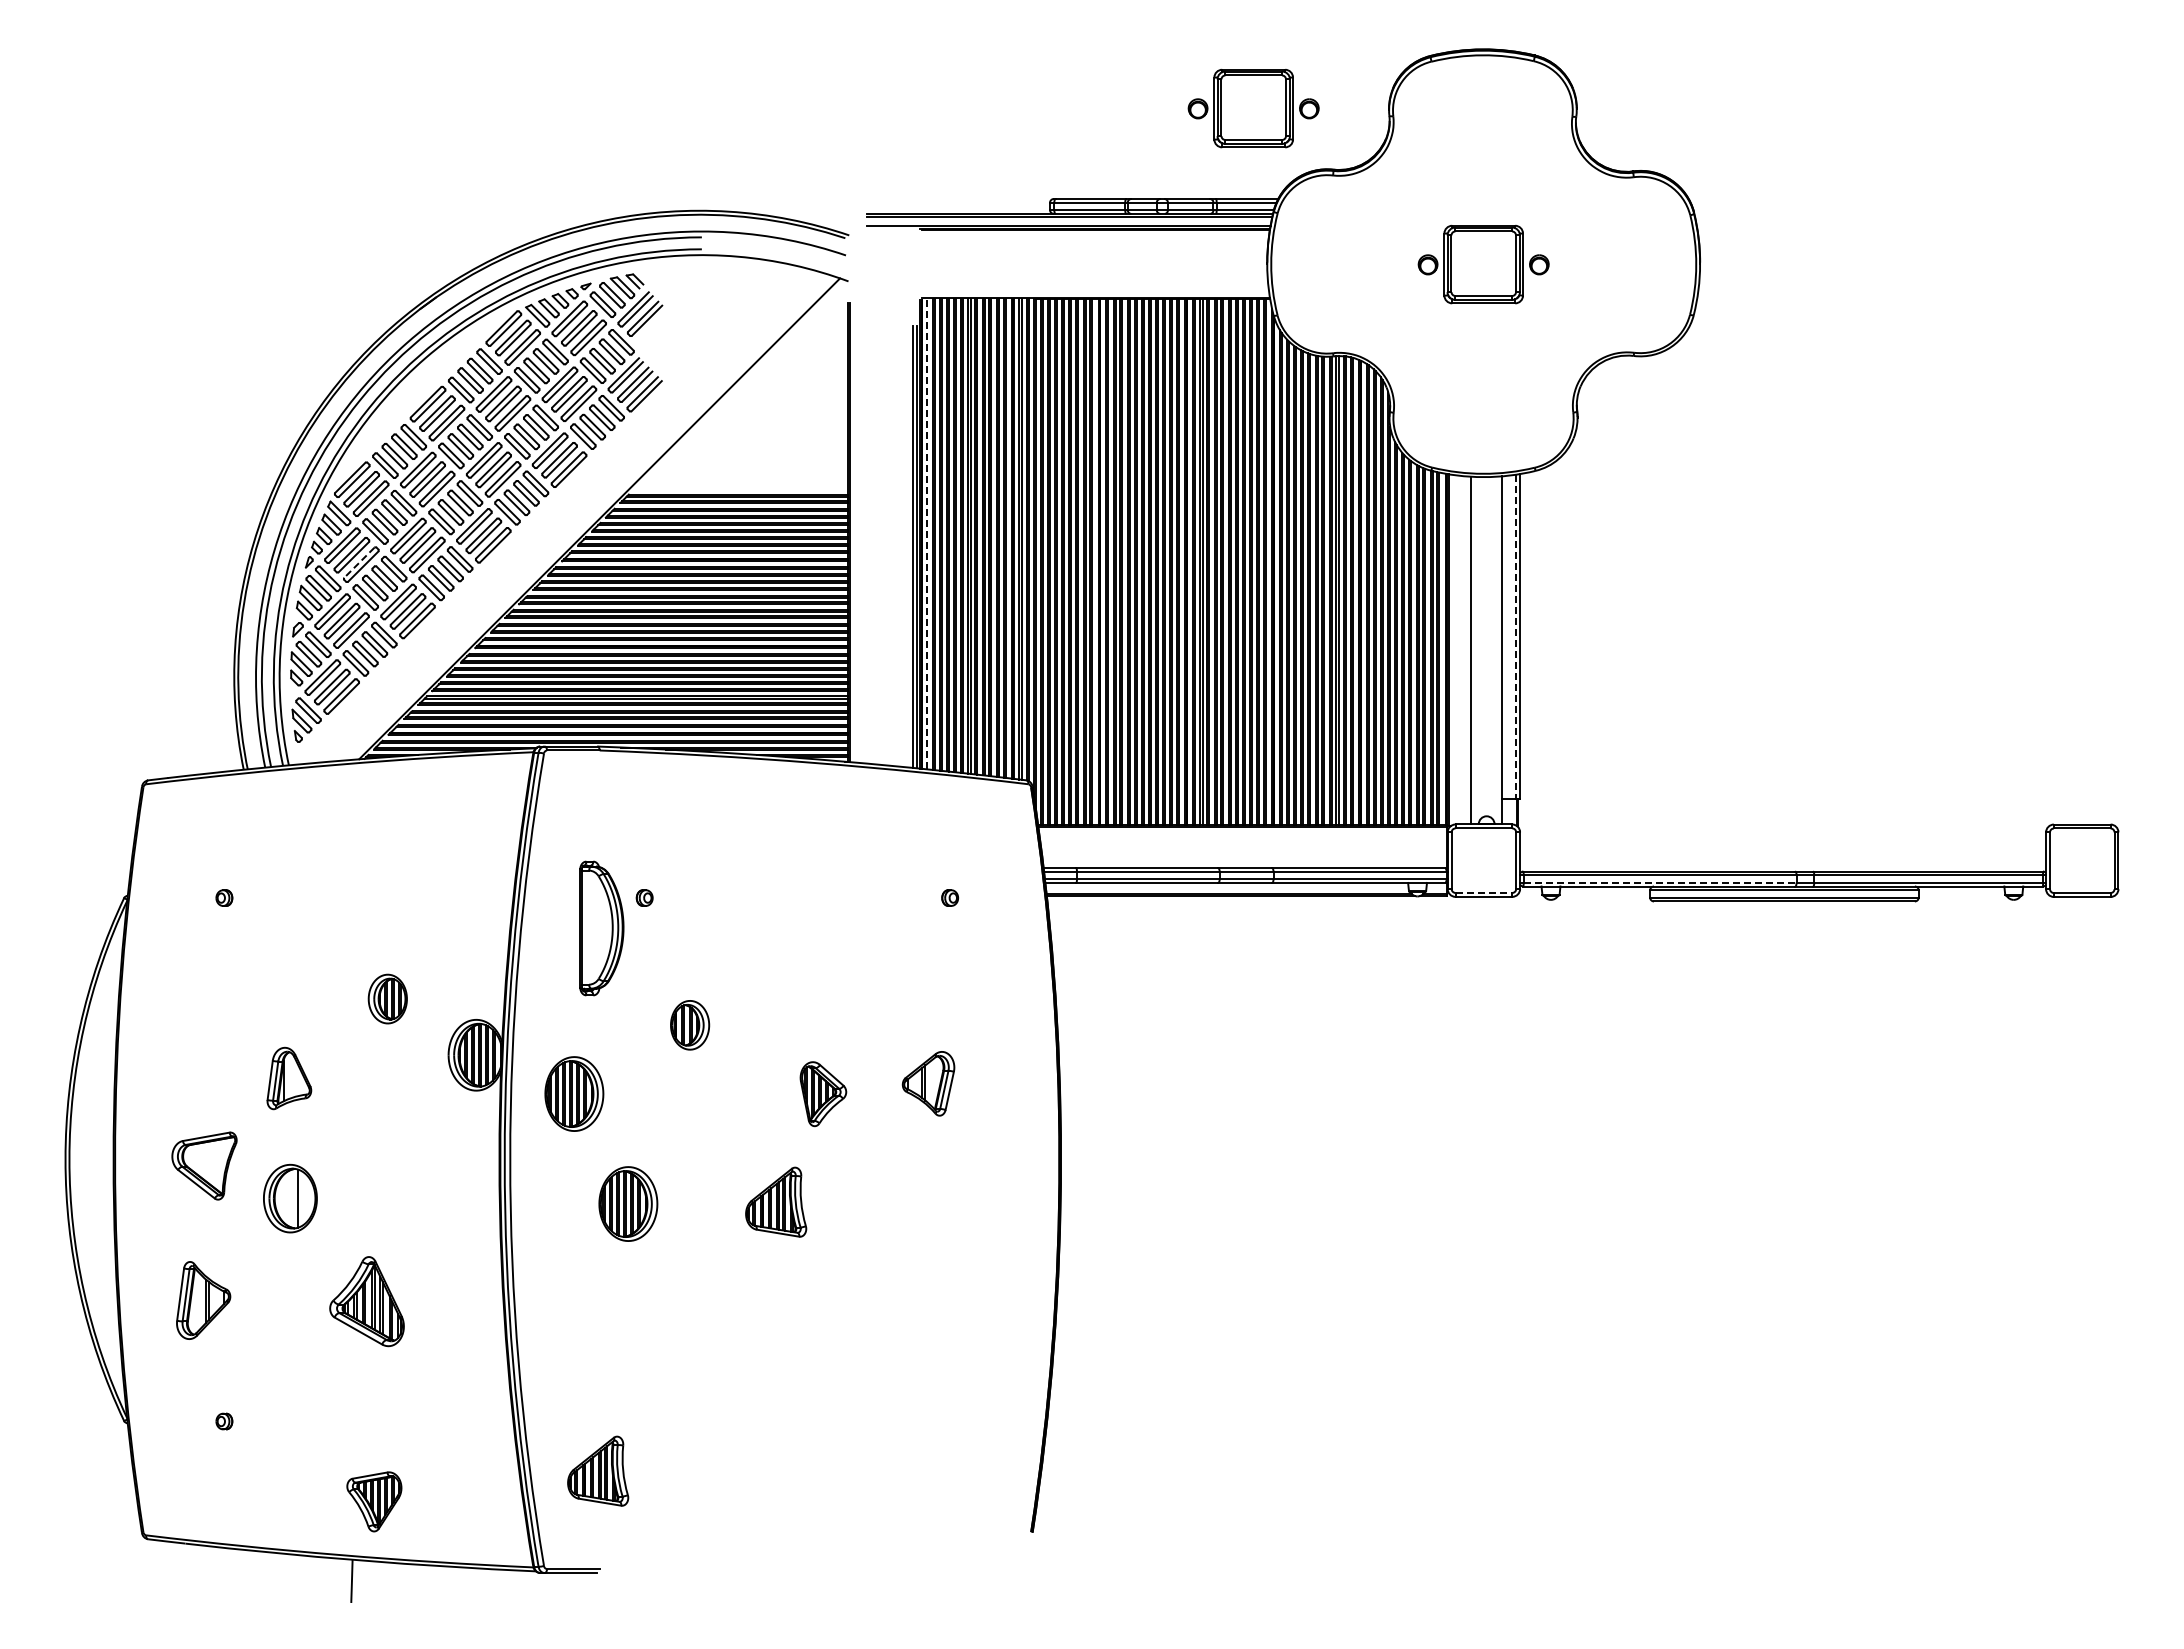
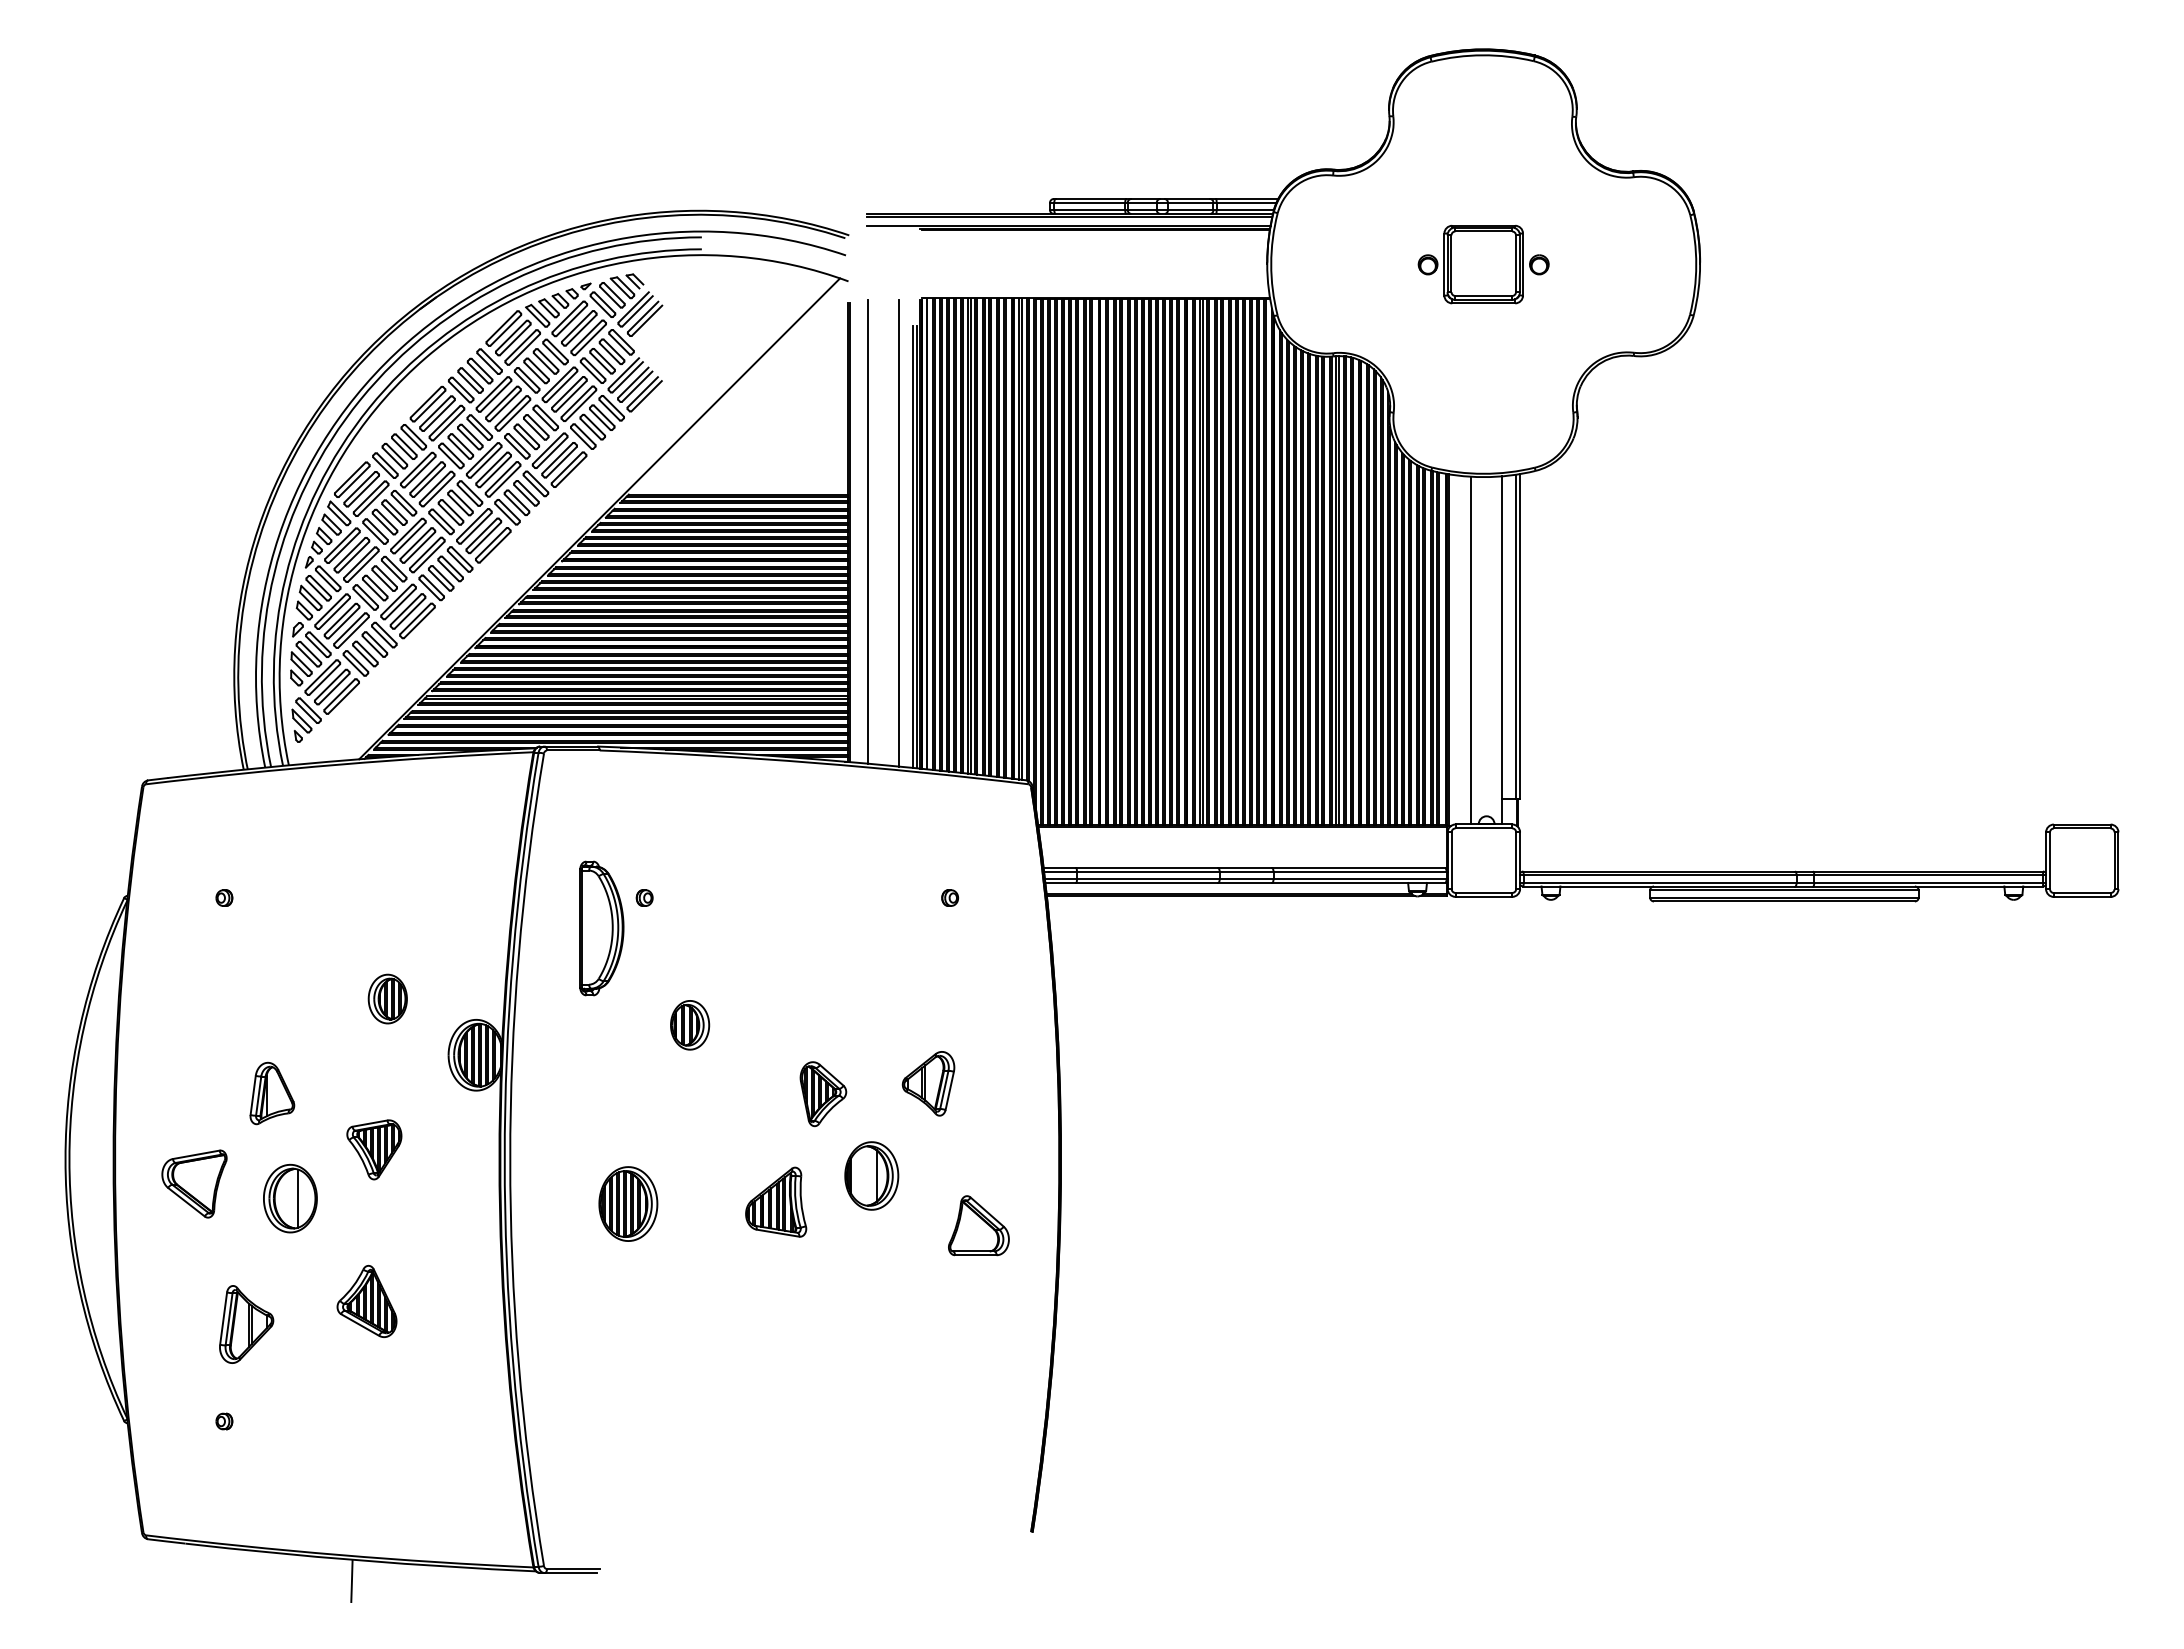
part at (1253, 108): present -> none
line at (867, 531): none -> present
line at (899, 533): none -> present
line at (926, 534): dashed -> solid
line at (359, 563): dashed -> solid
line at (1515, 637): dashed -> solid
line at (1660, 882): dashed -> solid
line at (1484, 892): dashed -> solid
part at (289, 1078) position: (289, 1078) -> (272, 1093)
part at (574, 1093): present -> none
part at (204, 1165) position: (204, 1165) -> (194, 1183)
part at (871, 1175): none -> present
part at (978, 1225): none -> present
part at (203, 1300) position: (203, 1300) -> (246, 1324)
part at (366, 1301) size: 76x92 px -> 62x74 px
part at (598, 1470): present -> none
part at (374, 1501) position: (374, 1501) -> (374, 1149)
